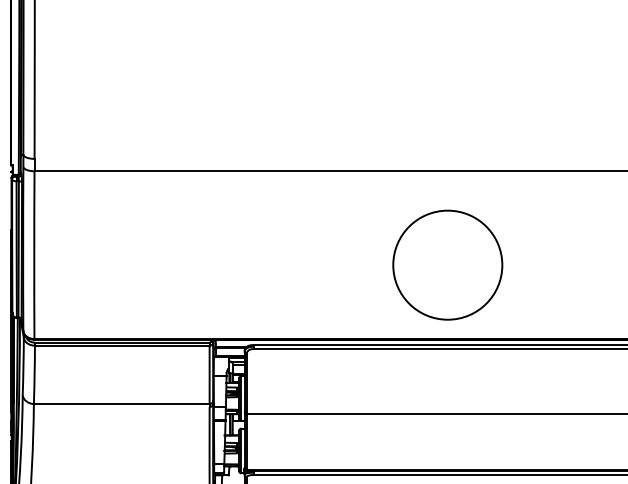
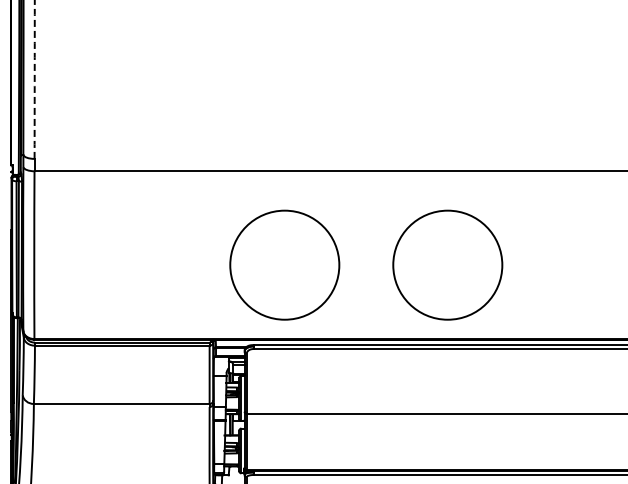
arc at (34, 79): solid -> dashed
circle at (284, 264): none -> present
